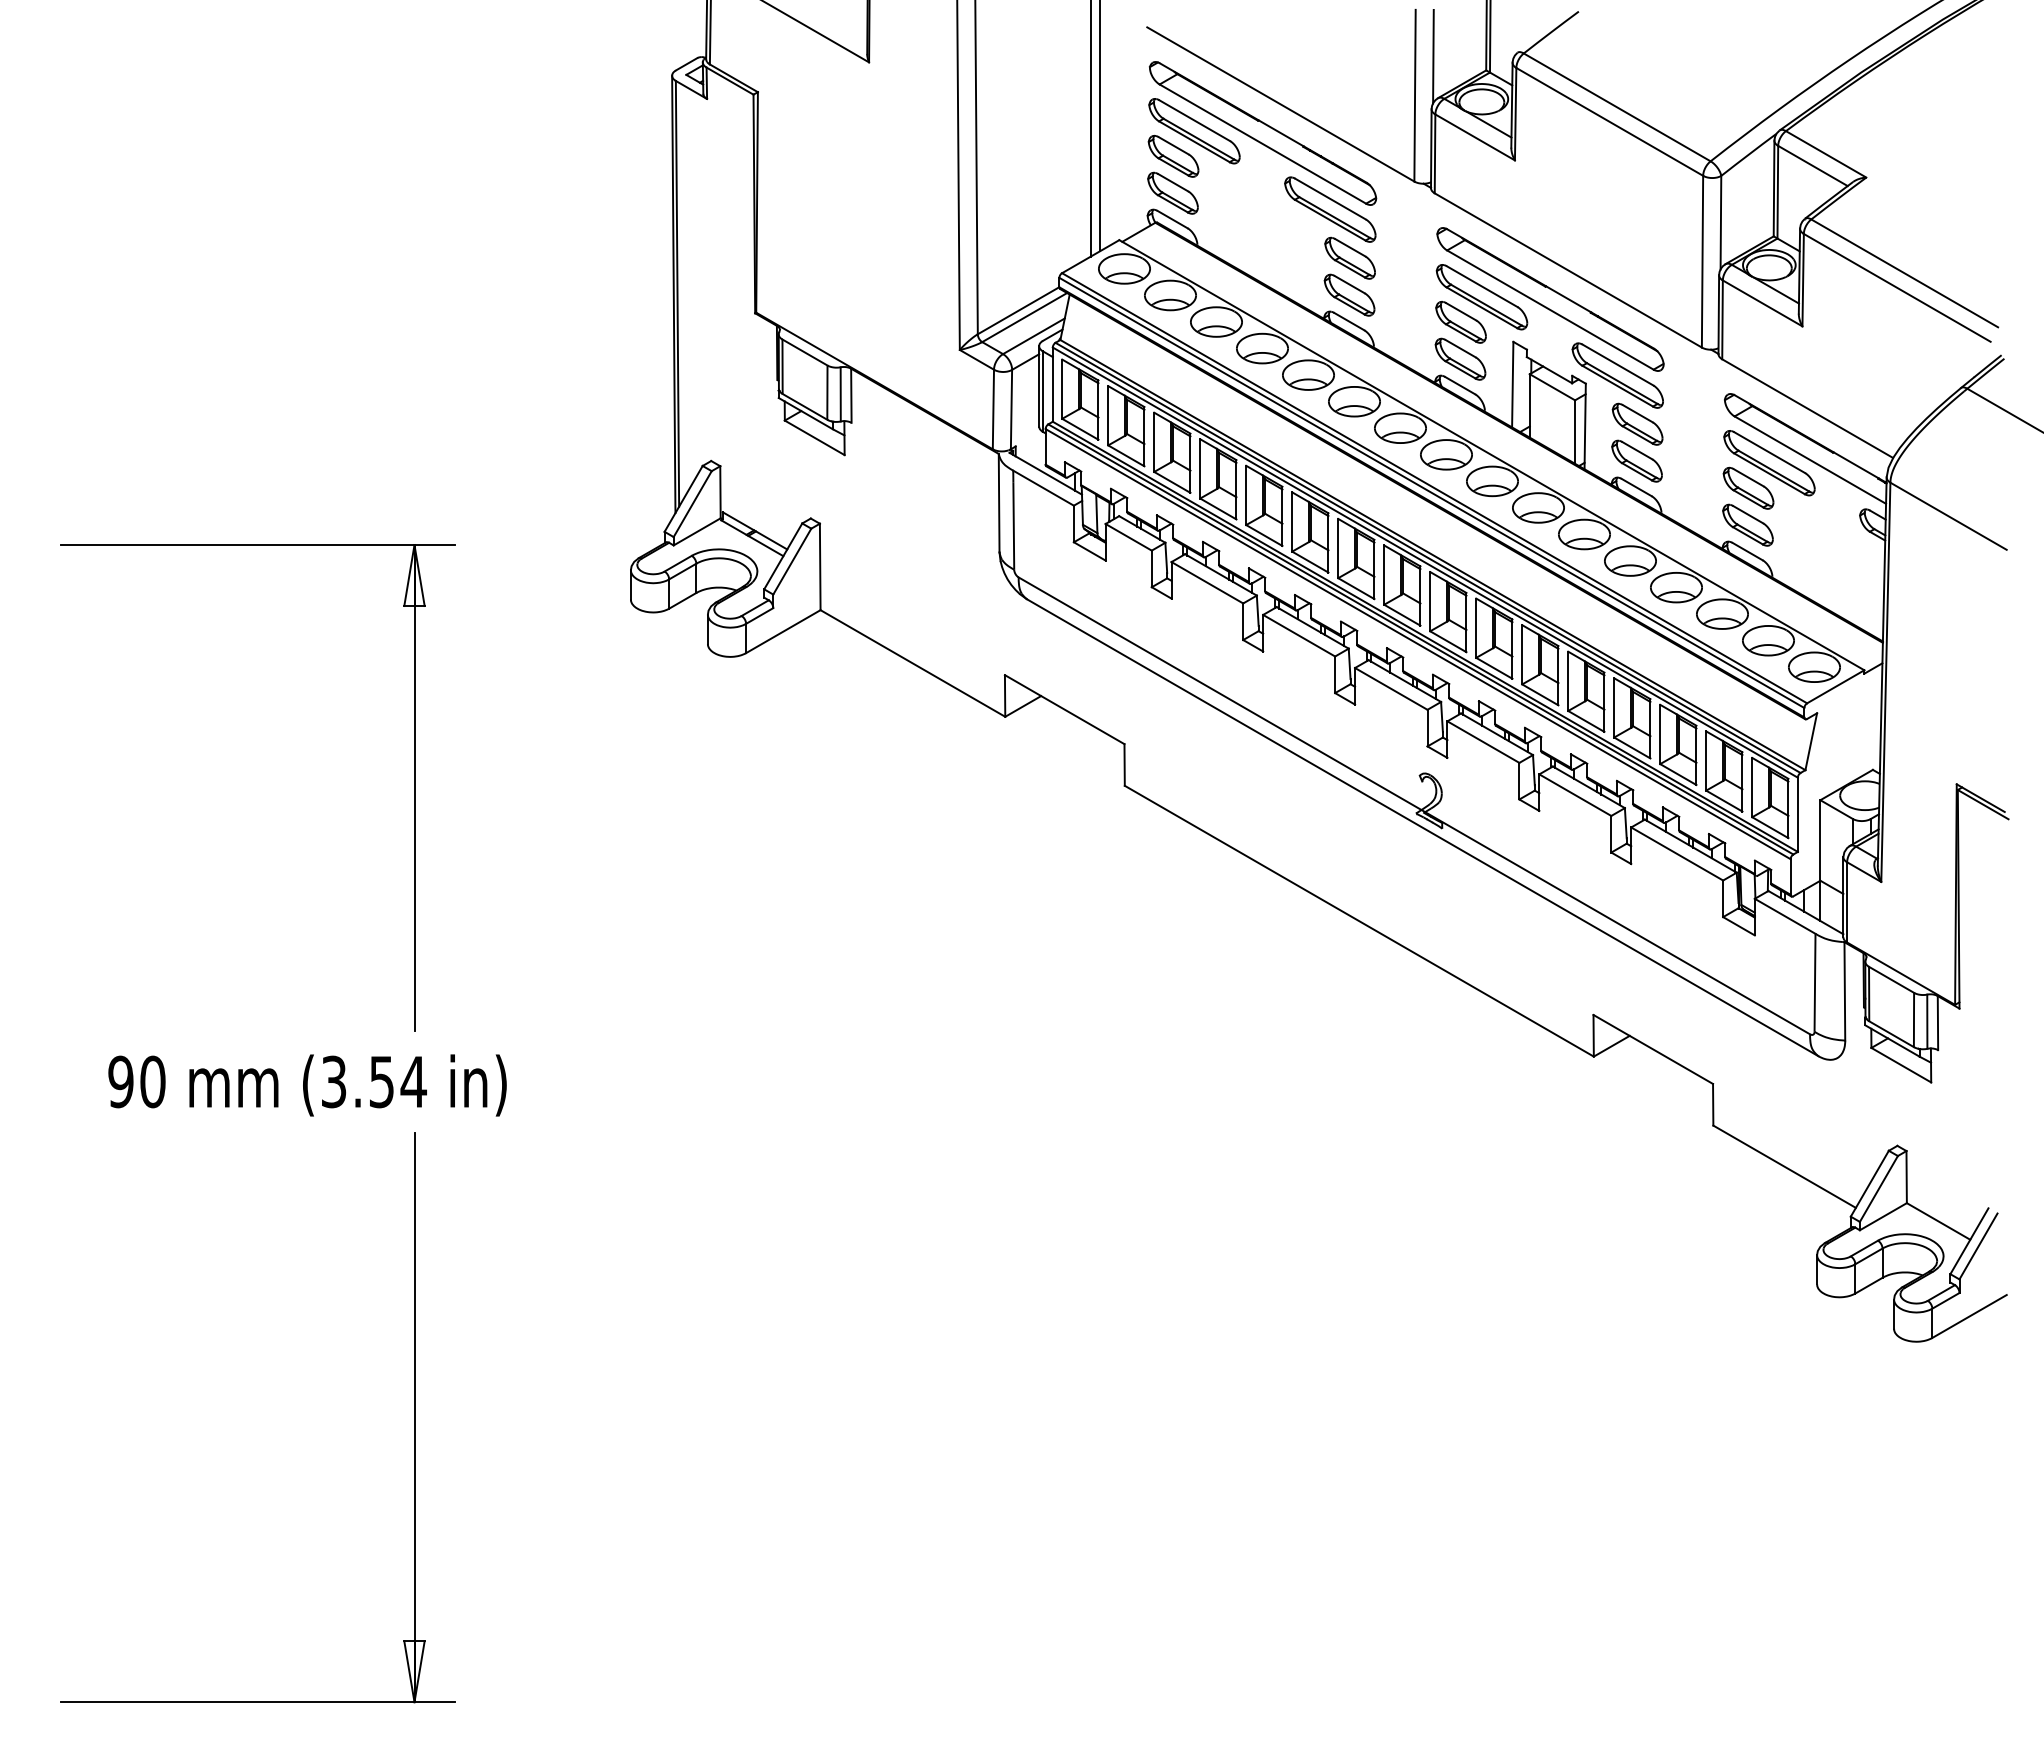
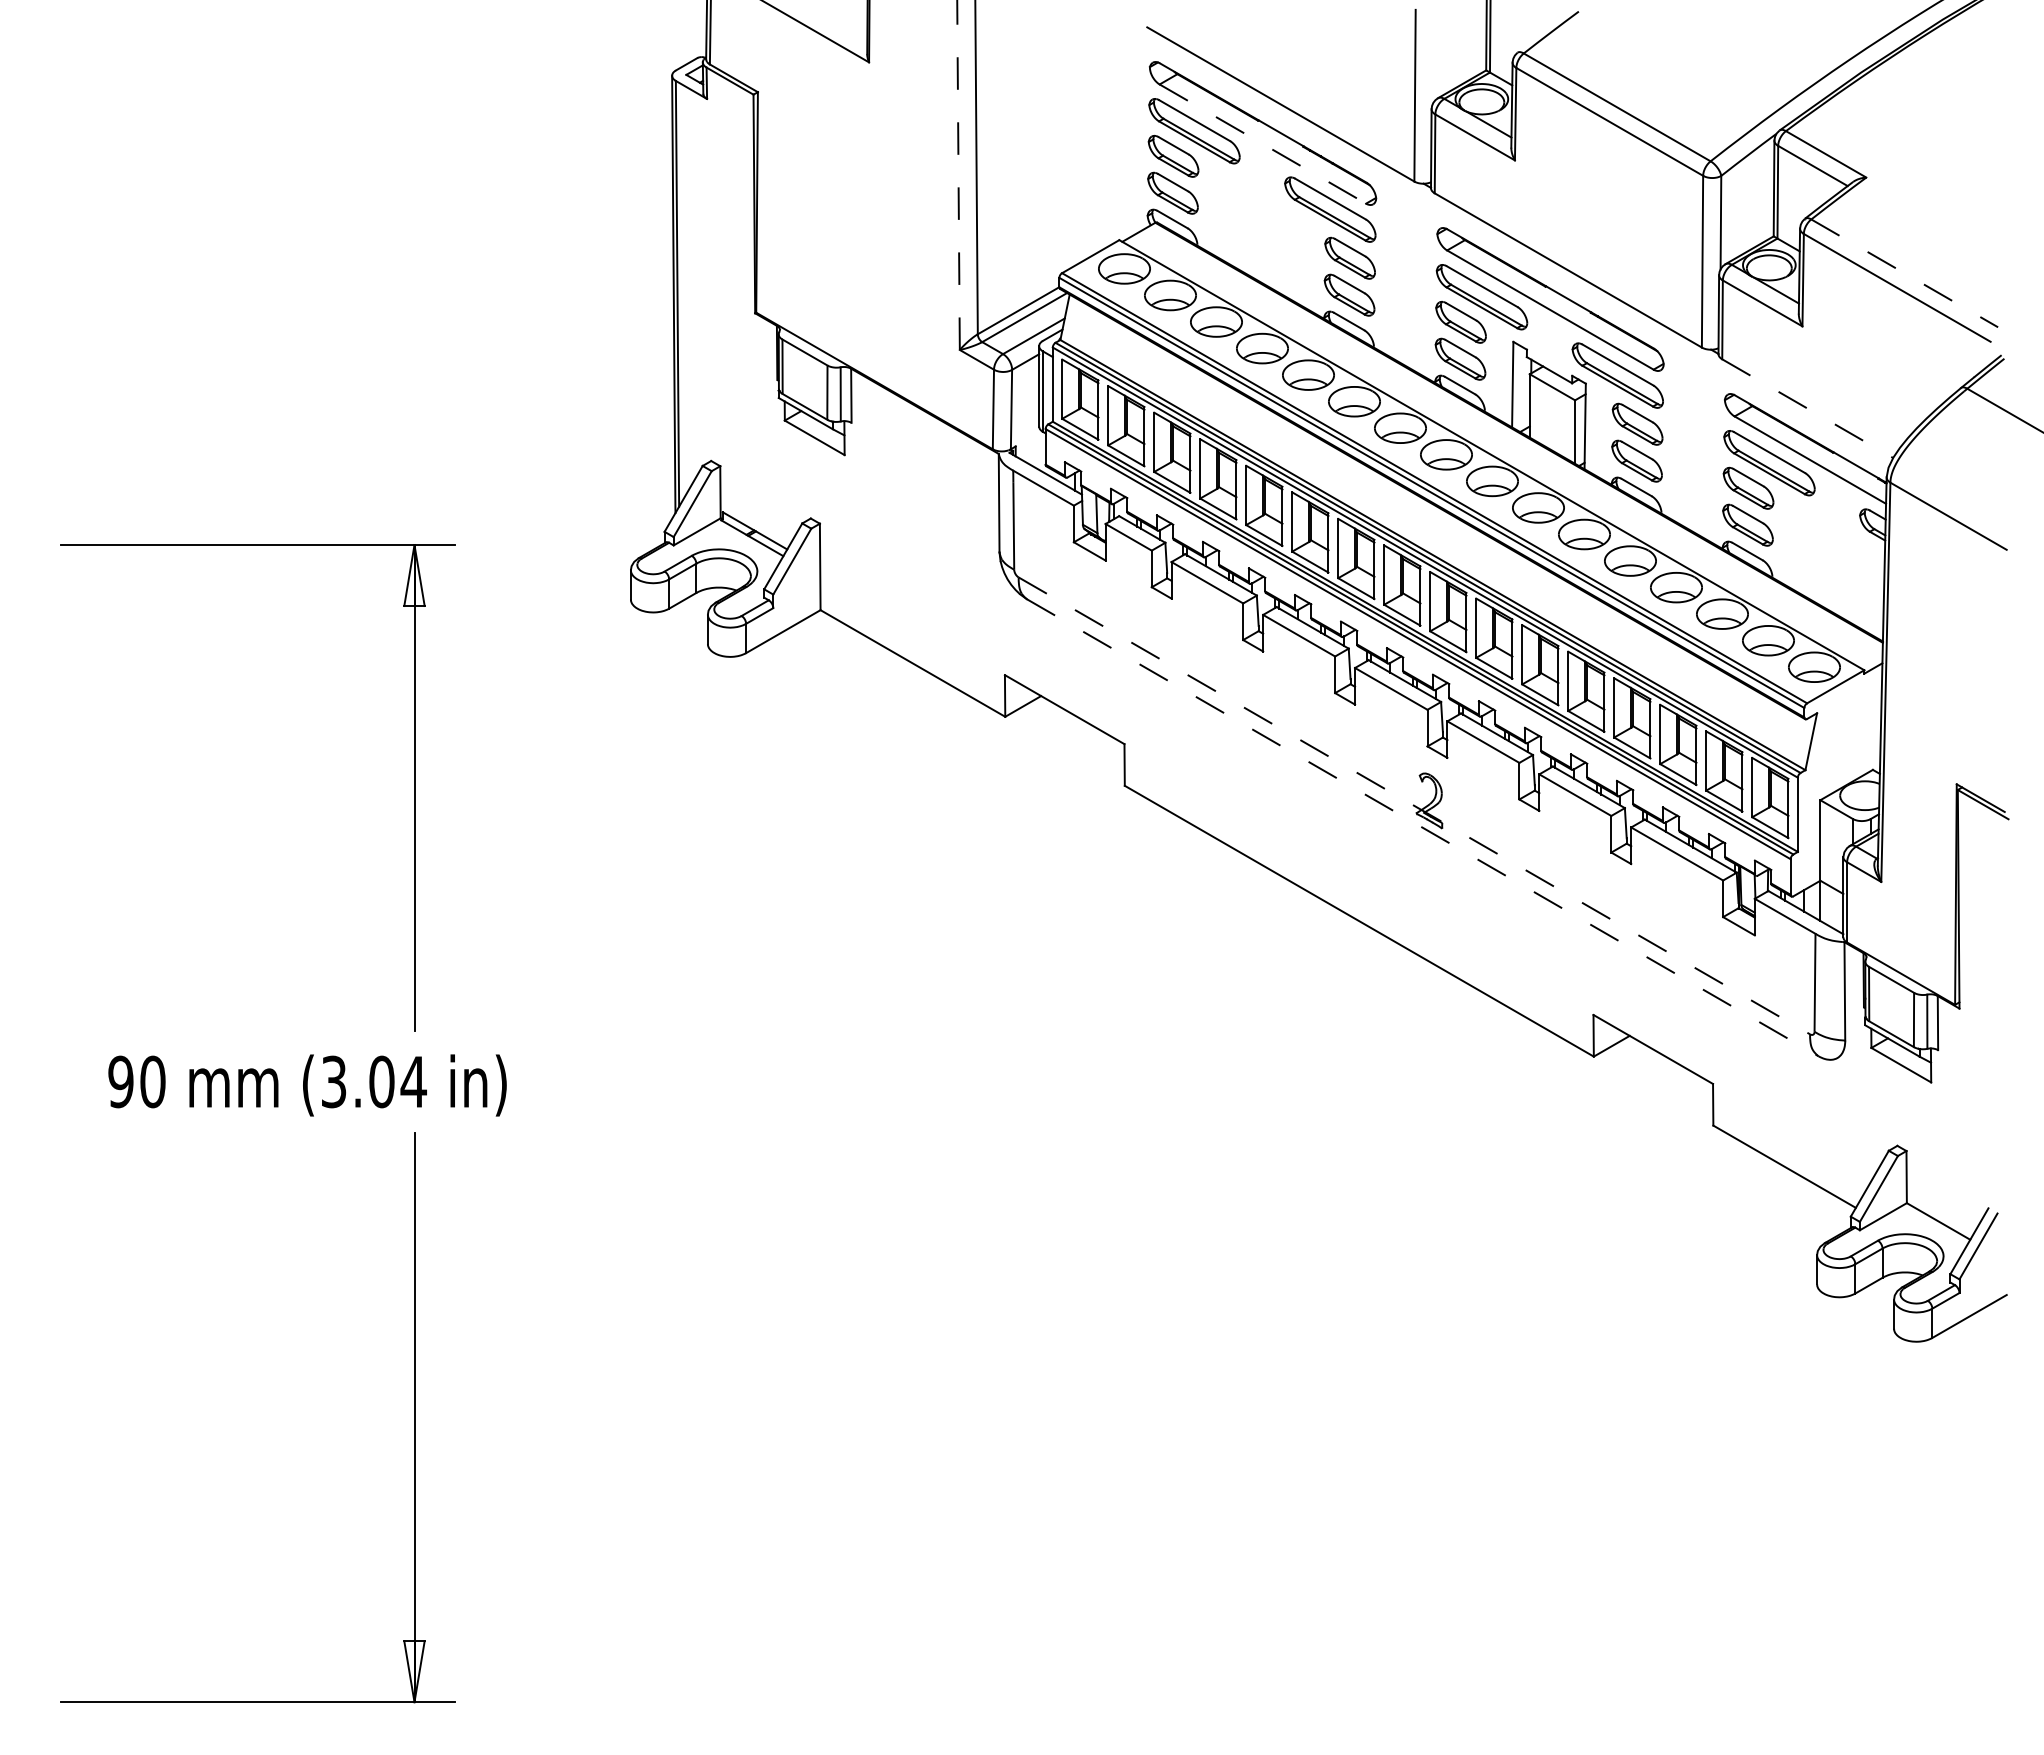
line at (1433, 56): present -> none
line at (1099, 126): present -> none
line at (1090, 129): present -> none
line at (1263, 144): solid -> dashed
line at (958, 175): solid -> dashed
line at (1904, 273): solid -> dashed
line at (1807, 408): solid -> dashed
line at (1414, 805): solid -> dashed
line at (1422, 827): solid -> dashed
text at (381, 1081): (3.54 -> (3.04
